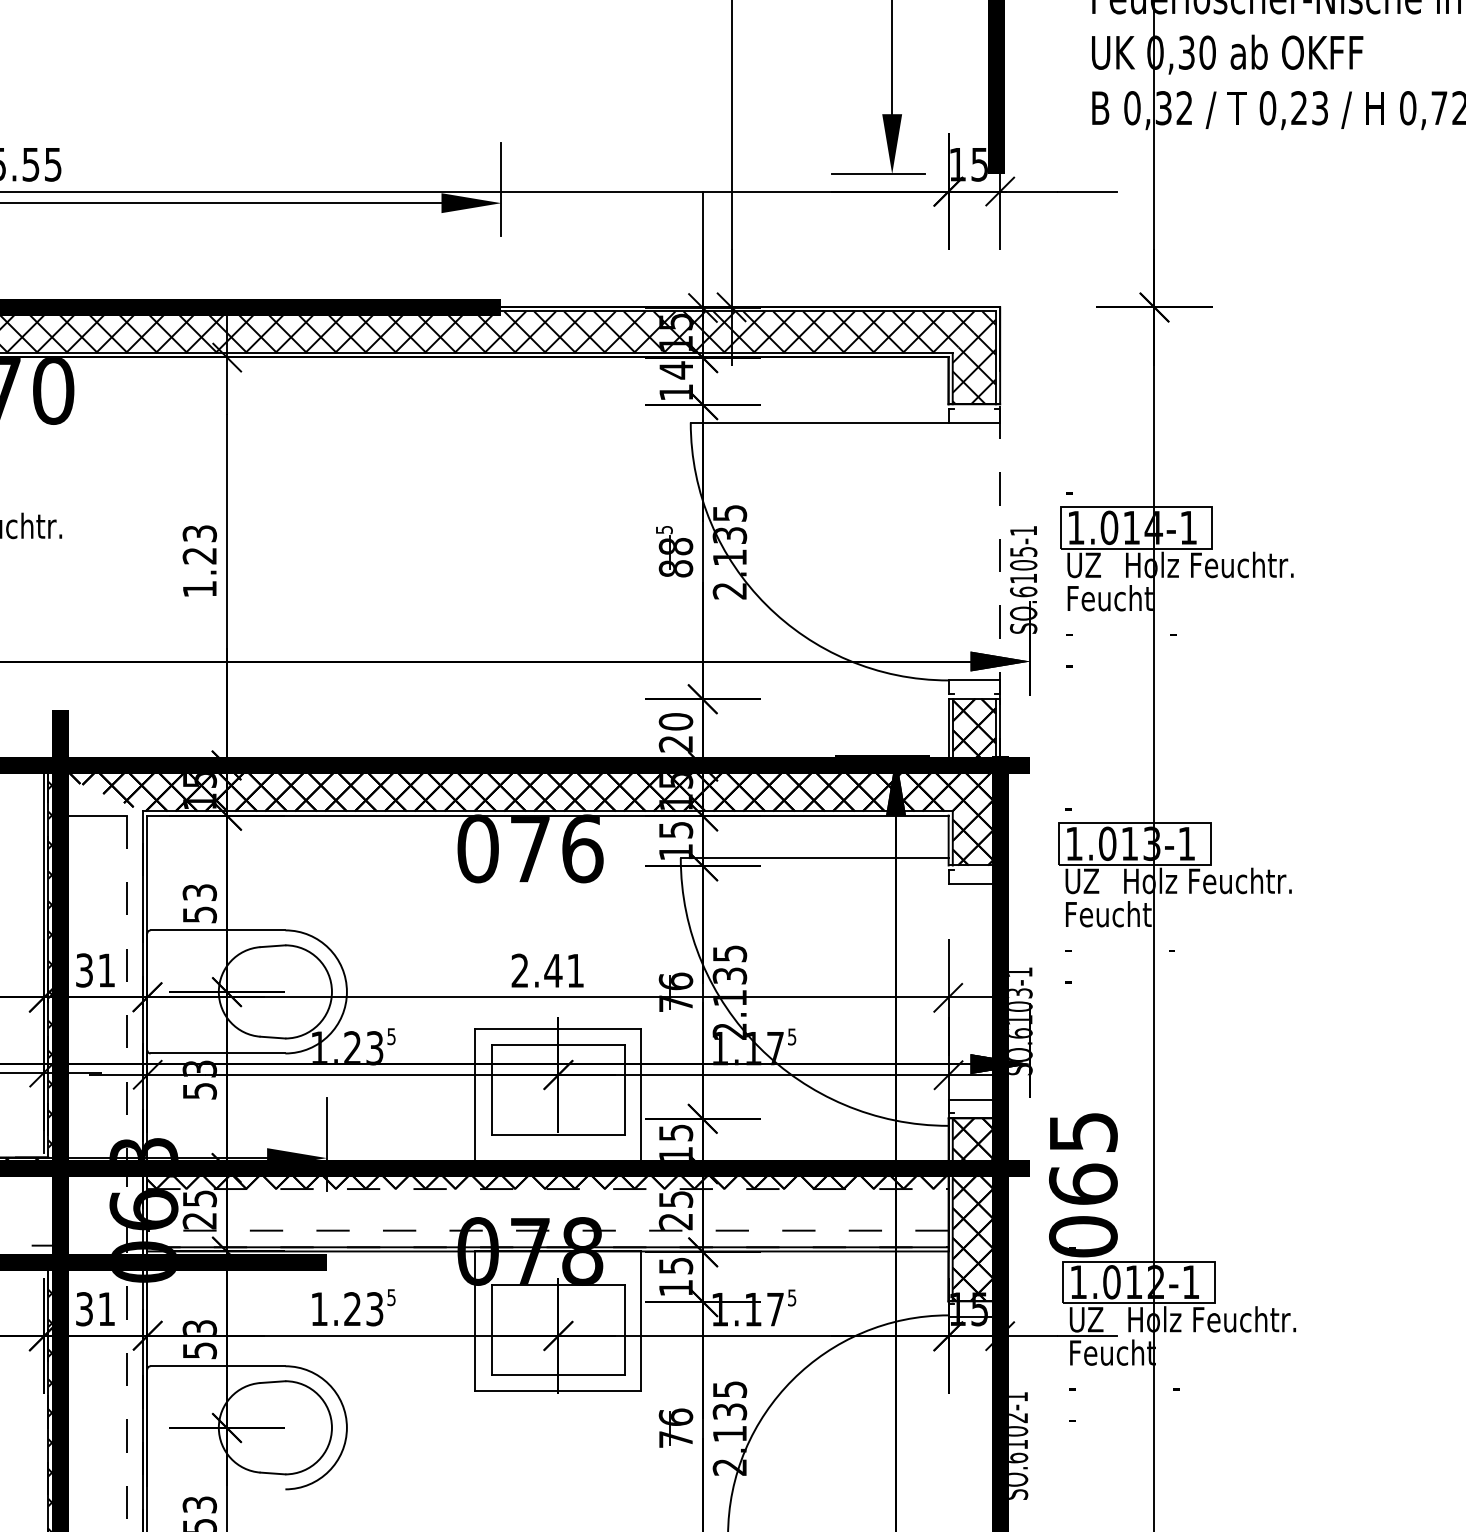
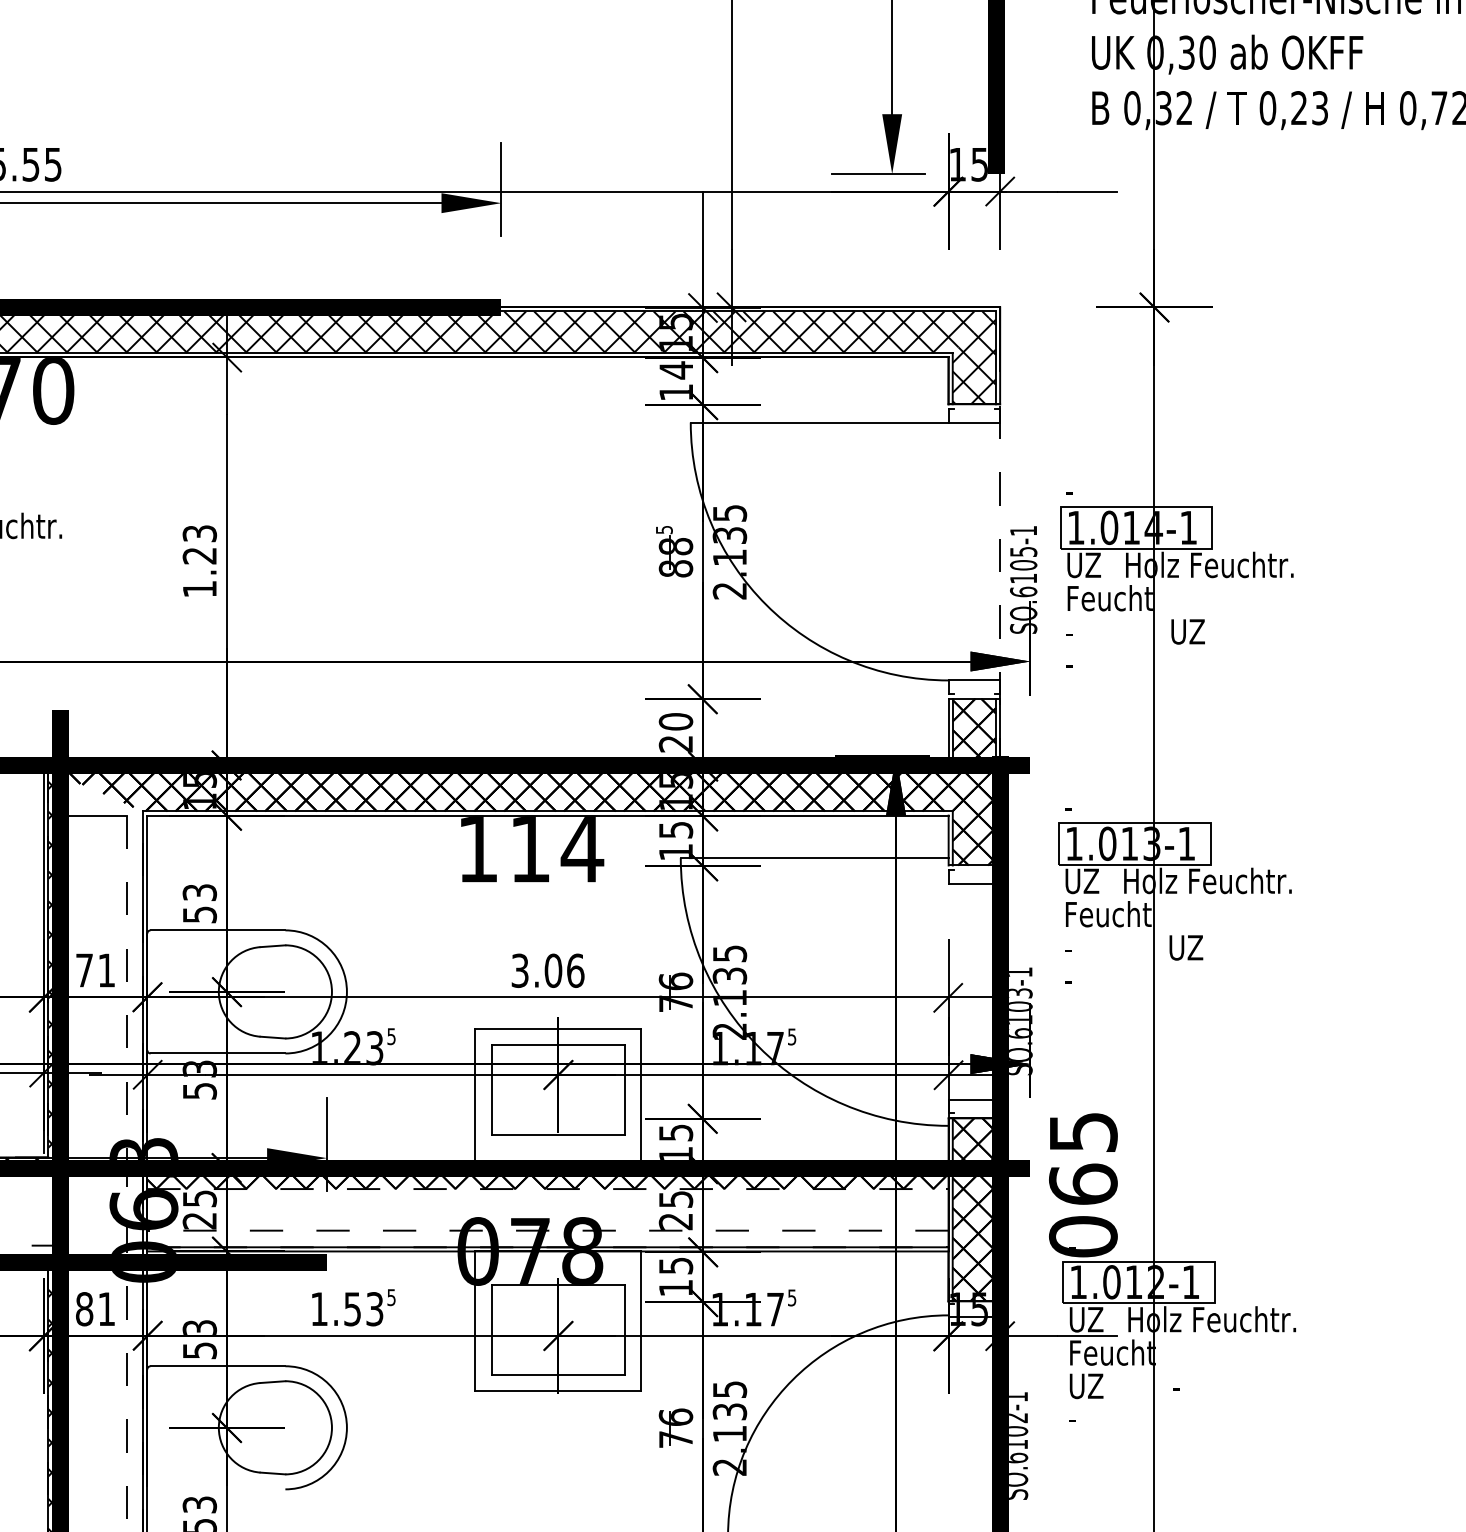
text at (1187, 631): - -> UZ
text at (530, 848): 076 -> 114
text at (1186, 947): - -> UZ
text at (84, 970): 31 -> 71
text at (547, 970): 2.41 -> 3.06
text at (84, 1309): 31 -> 81
text at (352, 1309): 1.23 -> 1.53
text at (1086, 1386): - -> UZ
